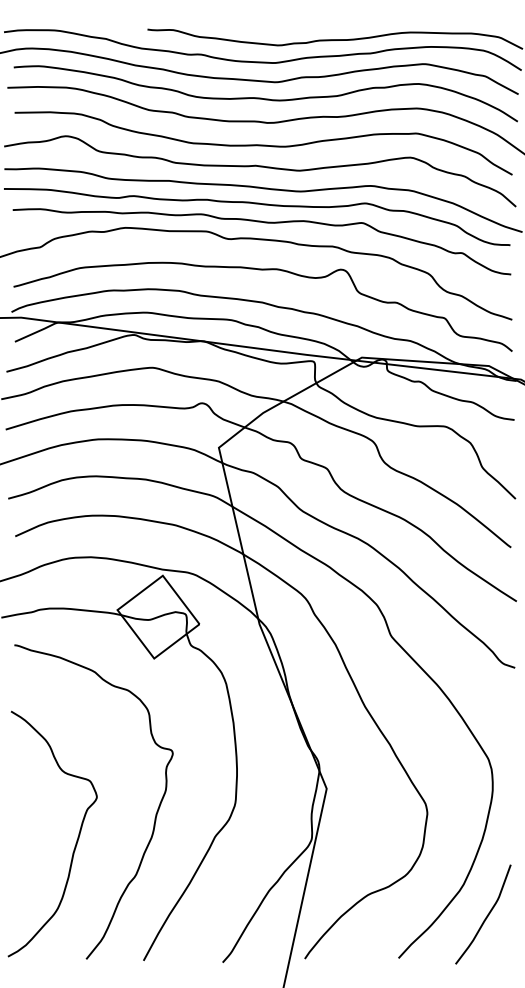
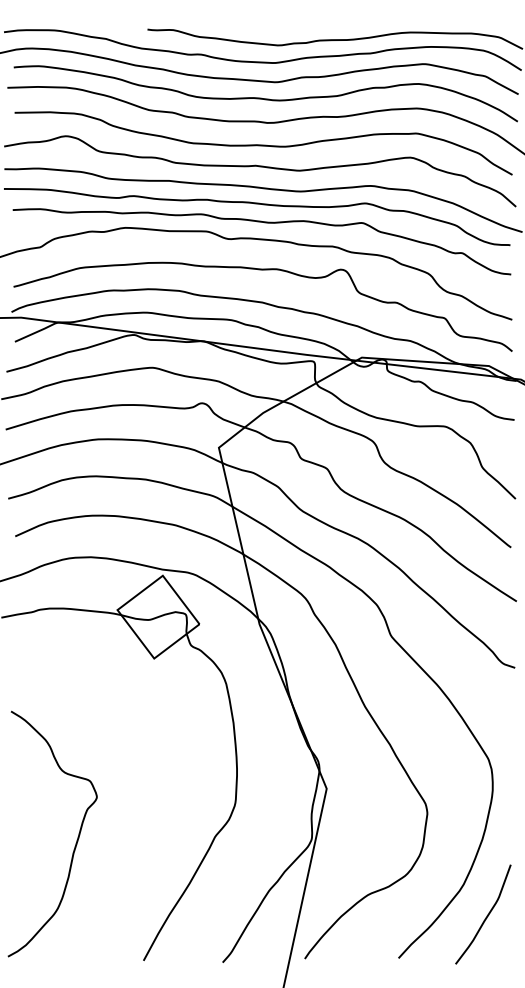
curve at (154, 818): present -> none
